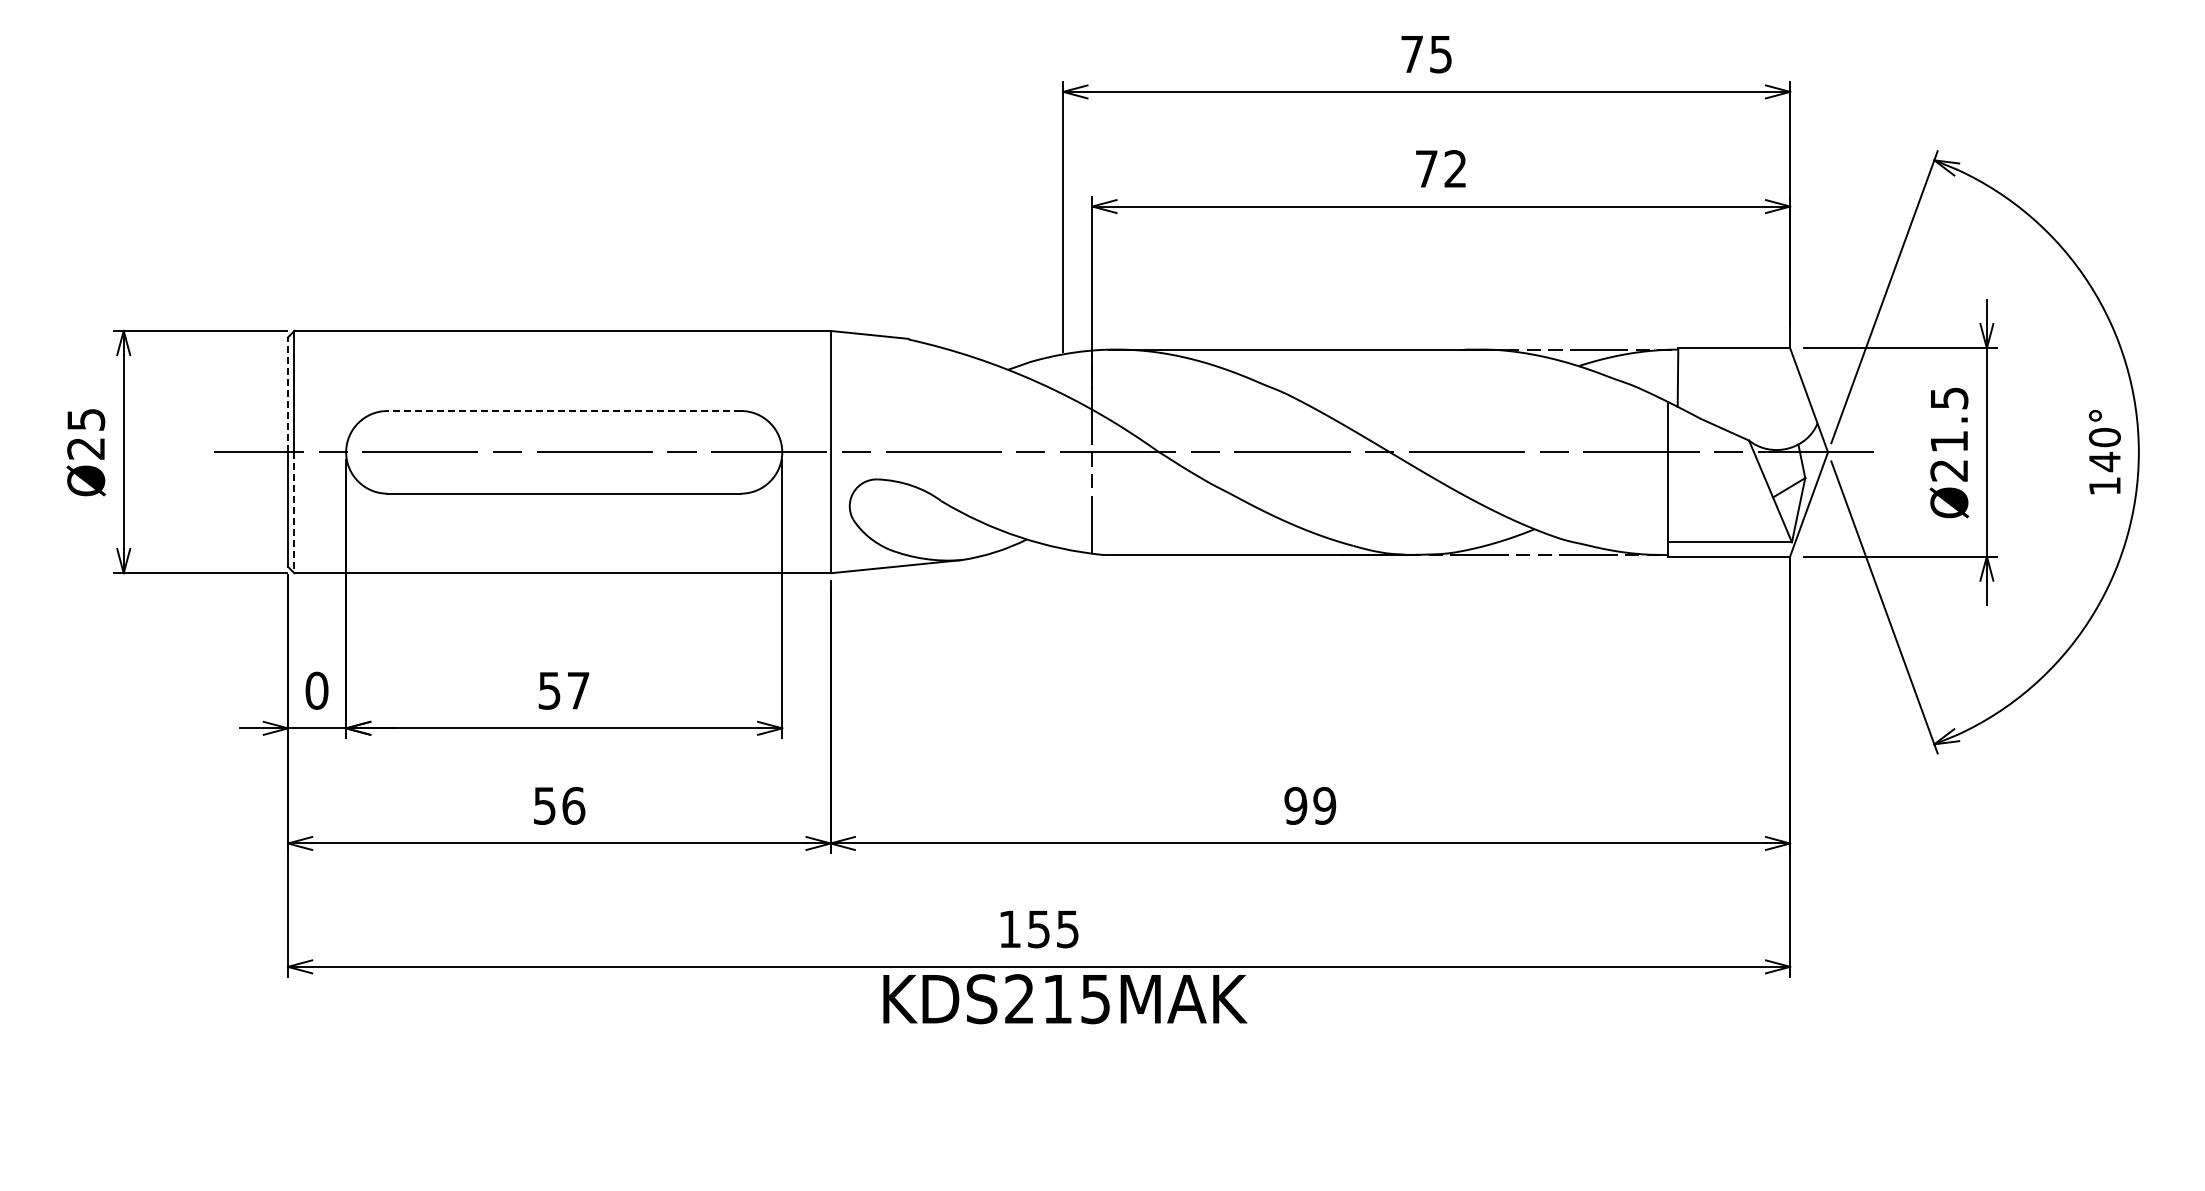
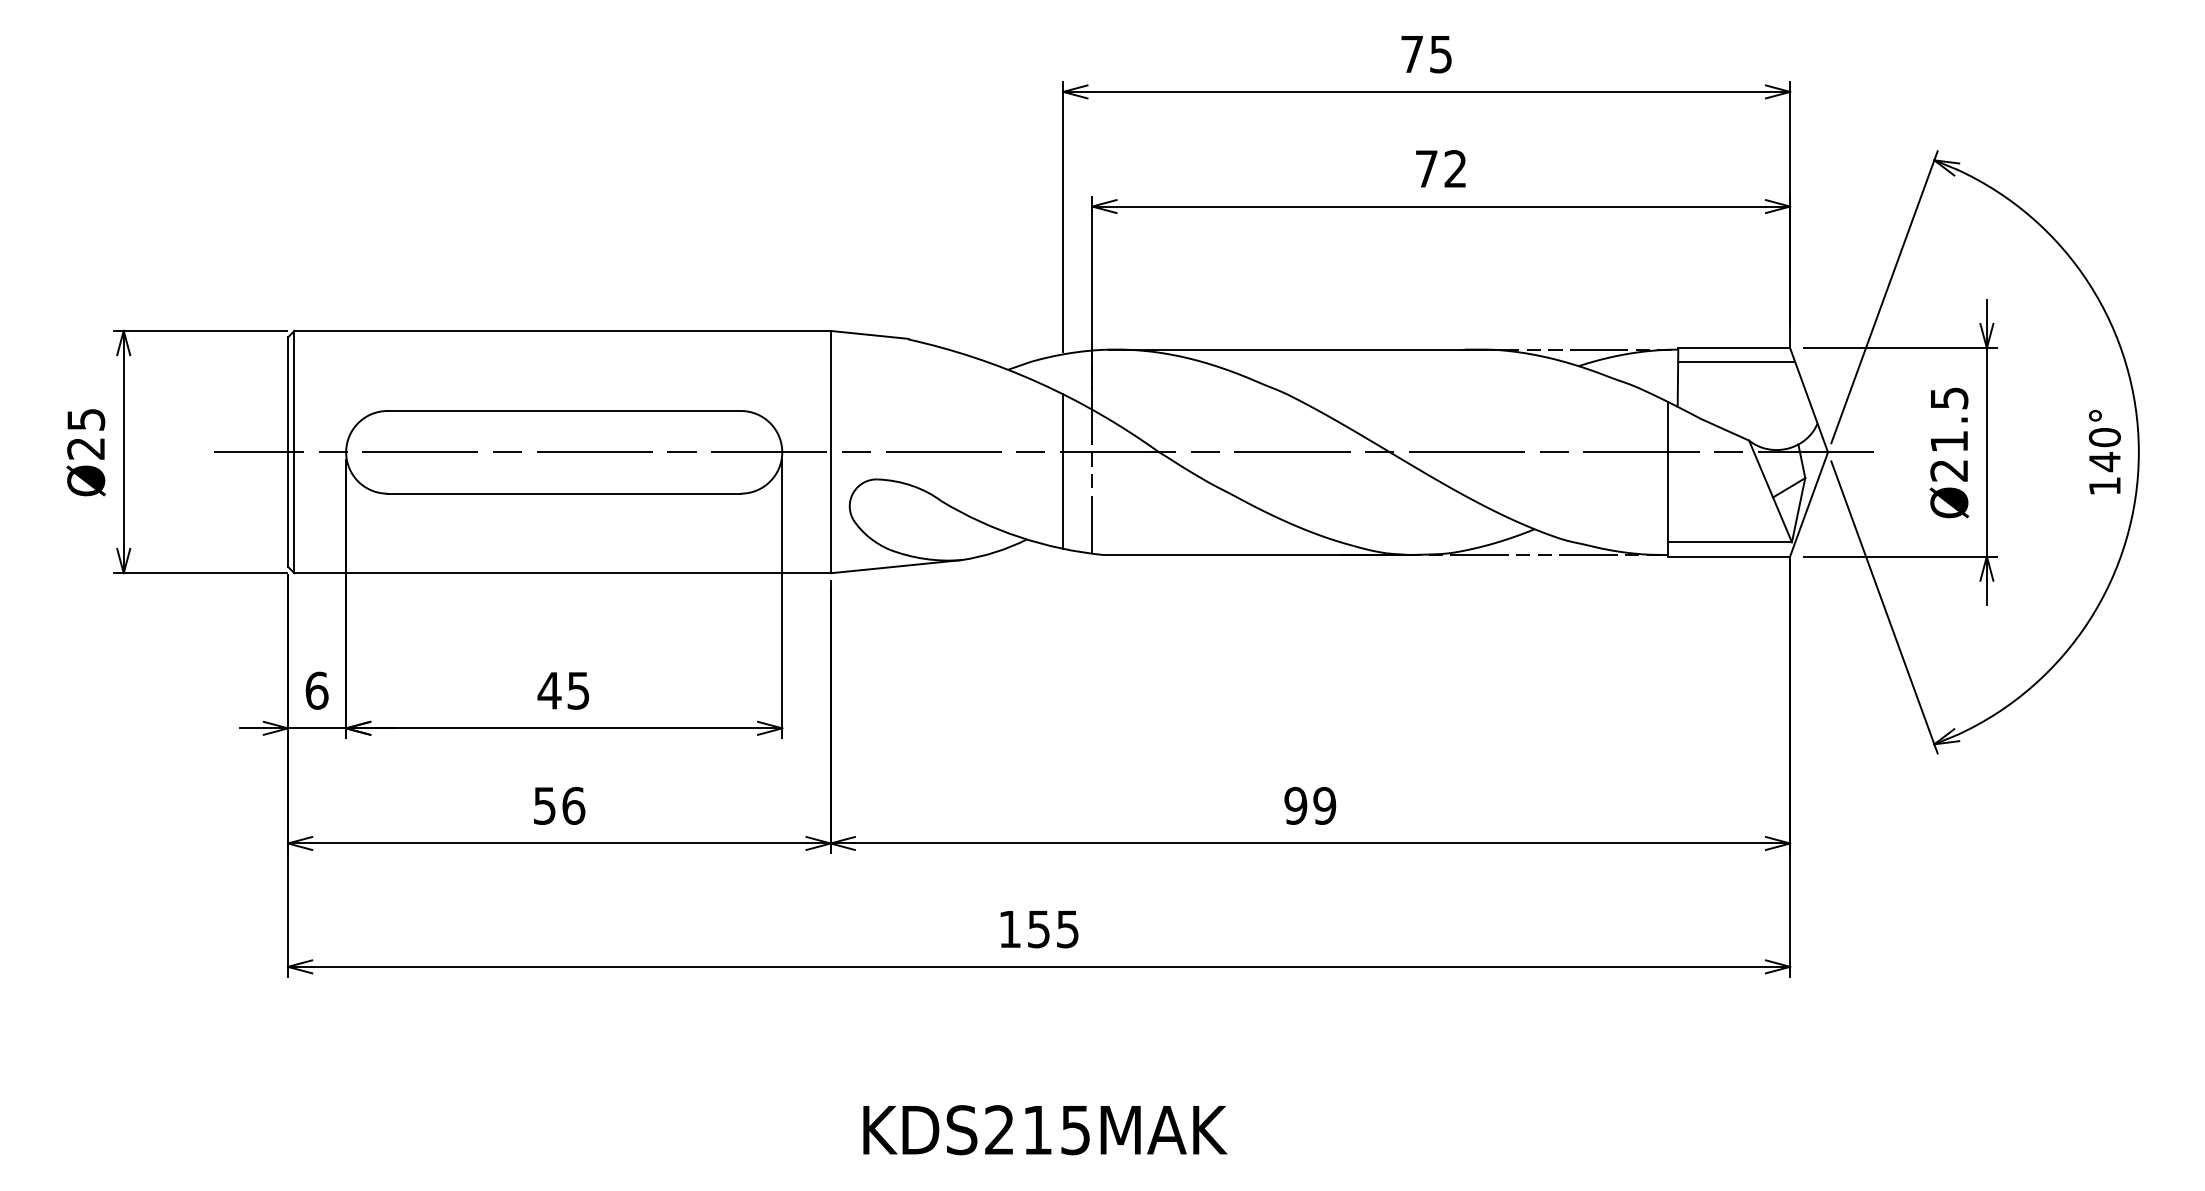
line at (1736, 362): none -> present
line at (288, 394): dashed -> solid
line at (564, 411): dashed -> solid
line at (1063, 470): none -> present
line at (294, 512): dashed -> solid
text at (316, 690): 0 -> 6
text at (563, 690): 57 -> 45
text at (1065, 999) position: (1065, 999) -> (1045, 1130)
